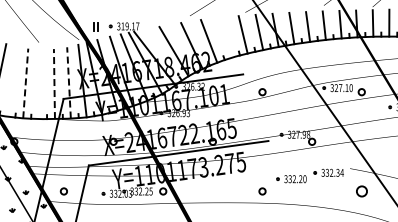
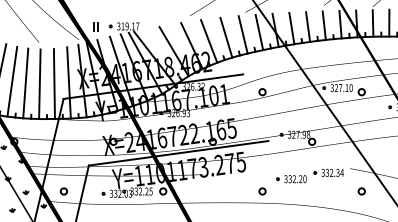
line at (226, 37): none -> present
line at (12, 81): none -> present
line at (69, 82): dashed -> solid
line at (25, 83): dashed -> solid
line at (39, 84): none -> present
line at (54, 84): dashed -> solid
part at (361, 191) size: 12x13 px -> 9x9 px
